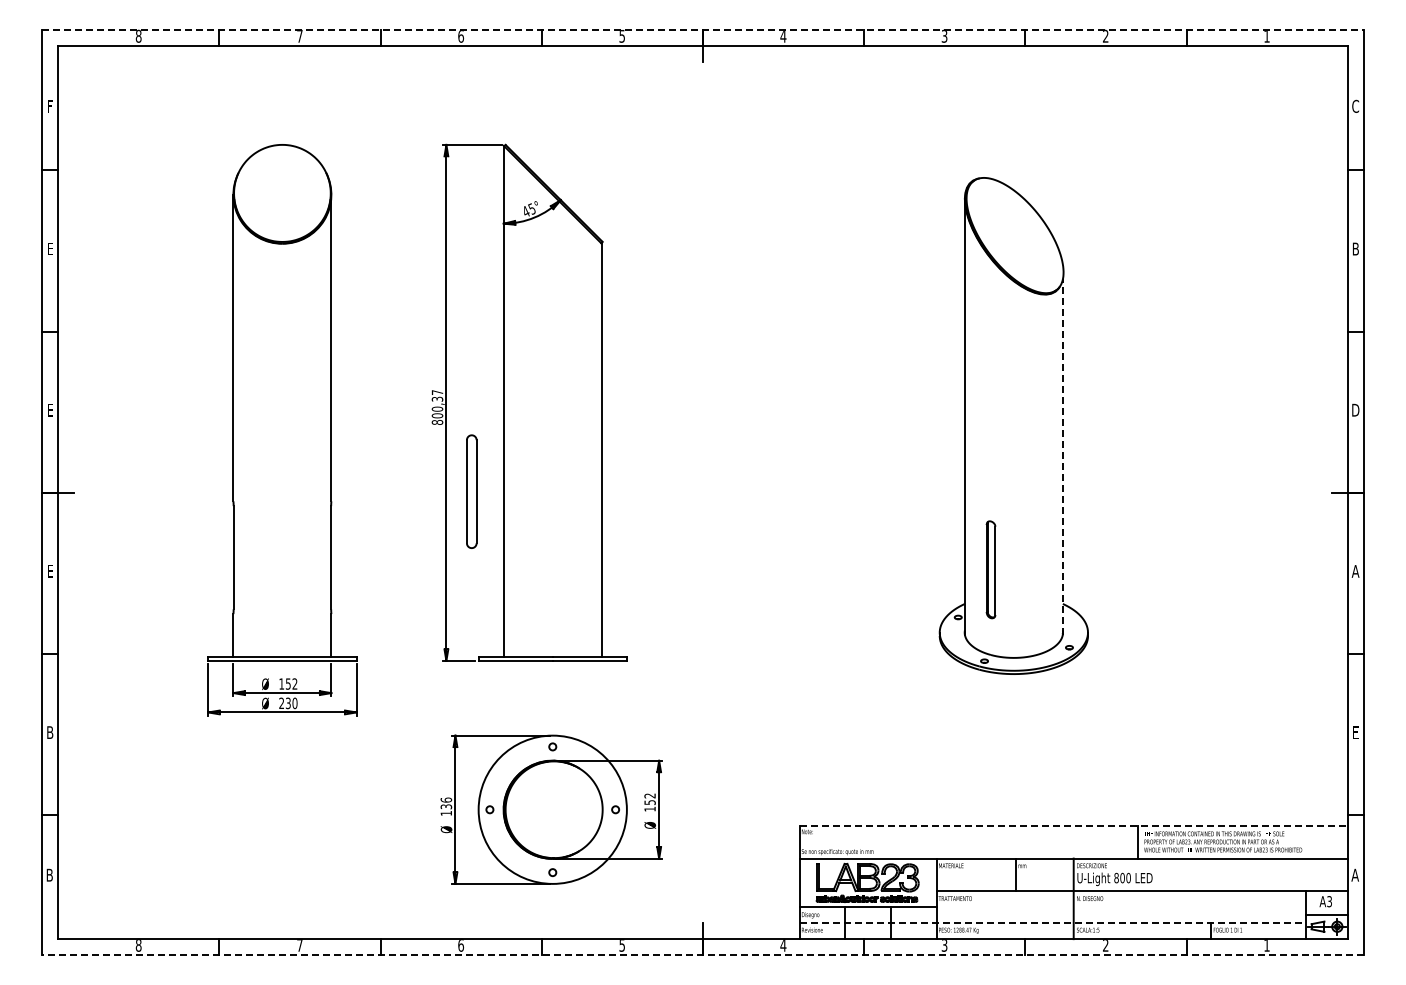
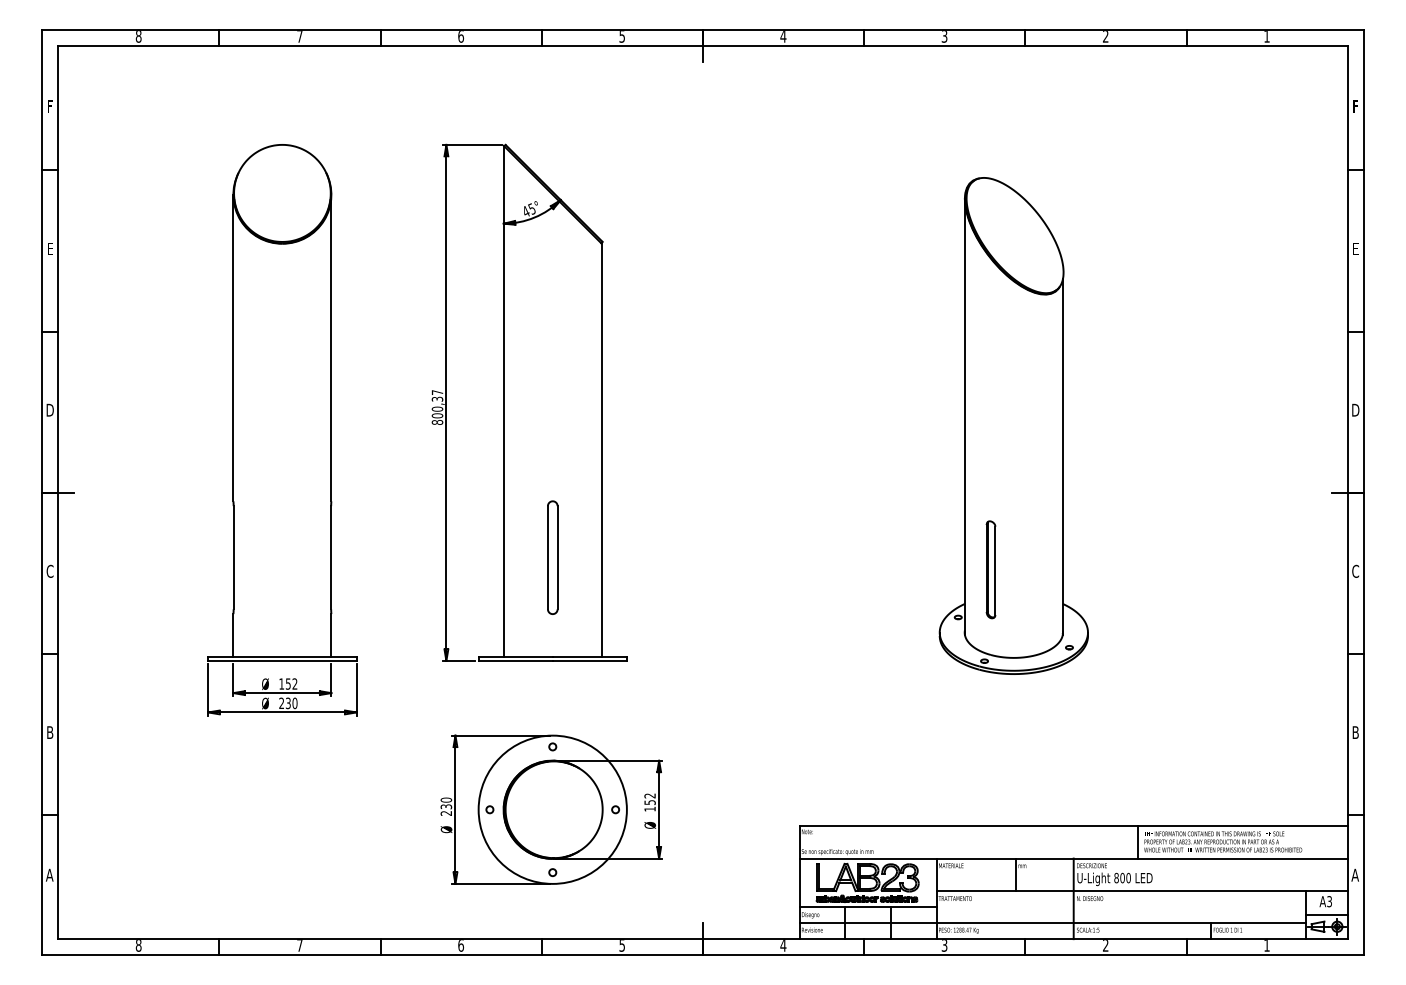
line at (703, 30): dashed -> solid
text at (1355, 105): C -> F
text at (1355, 248): B -> E
text at (49, 409): E -> D
line at (1062, 456): dashed -> solid
part at (471, 491) position: (471, 491) -> (552, 557)
text at (49, 570): E -> C
text at (1355, 570): A -> C
text at (1355, 732): E -> B
text at (445, 806): 136 -> 230
line at (1073, 826): dashed -> solid
text at (49, 874): B -> A
line at (1053, 923): dashed -> solid
line at (703, 955): dashed -> solid
